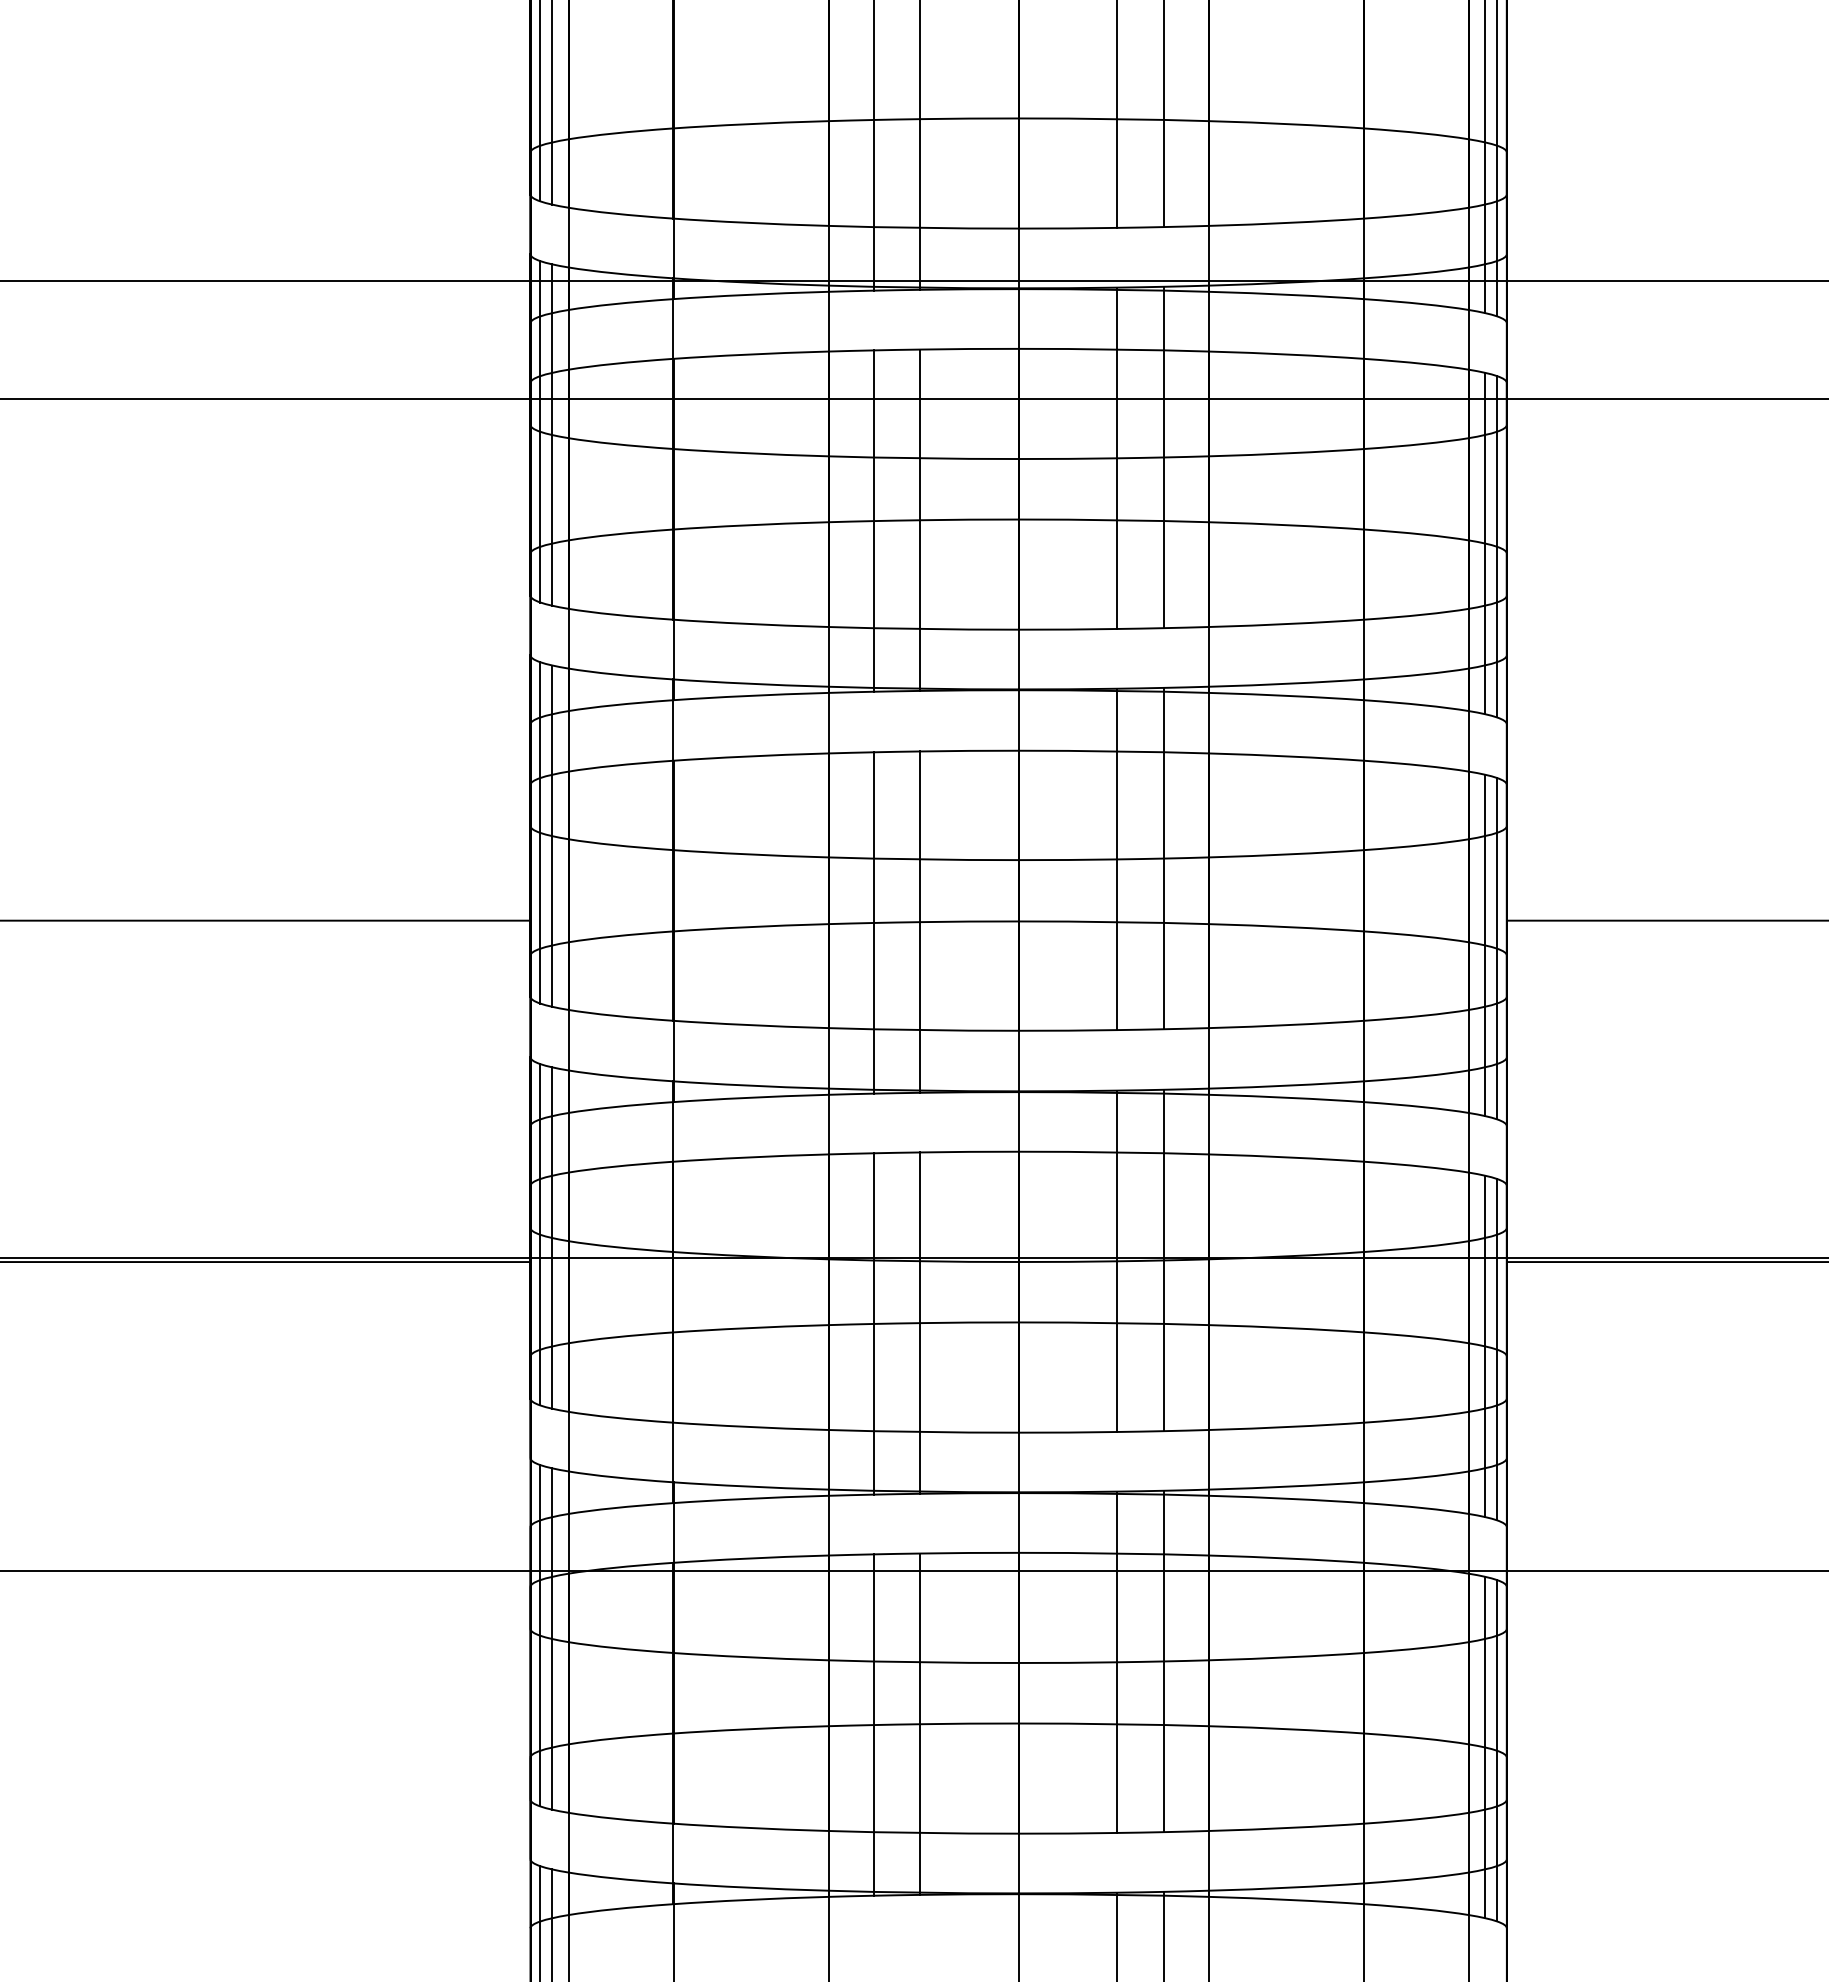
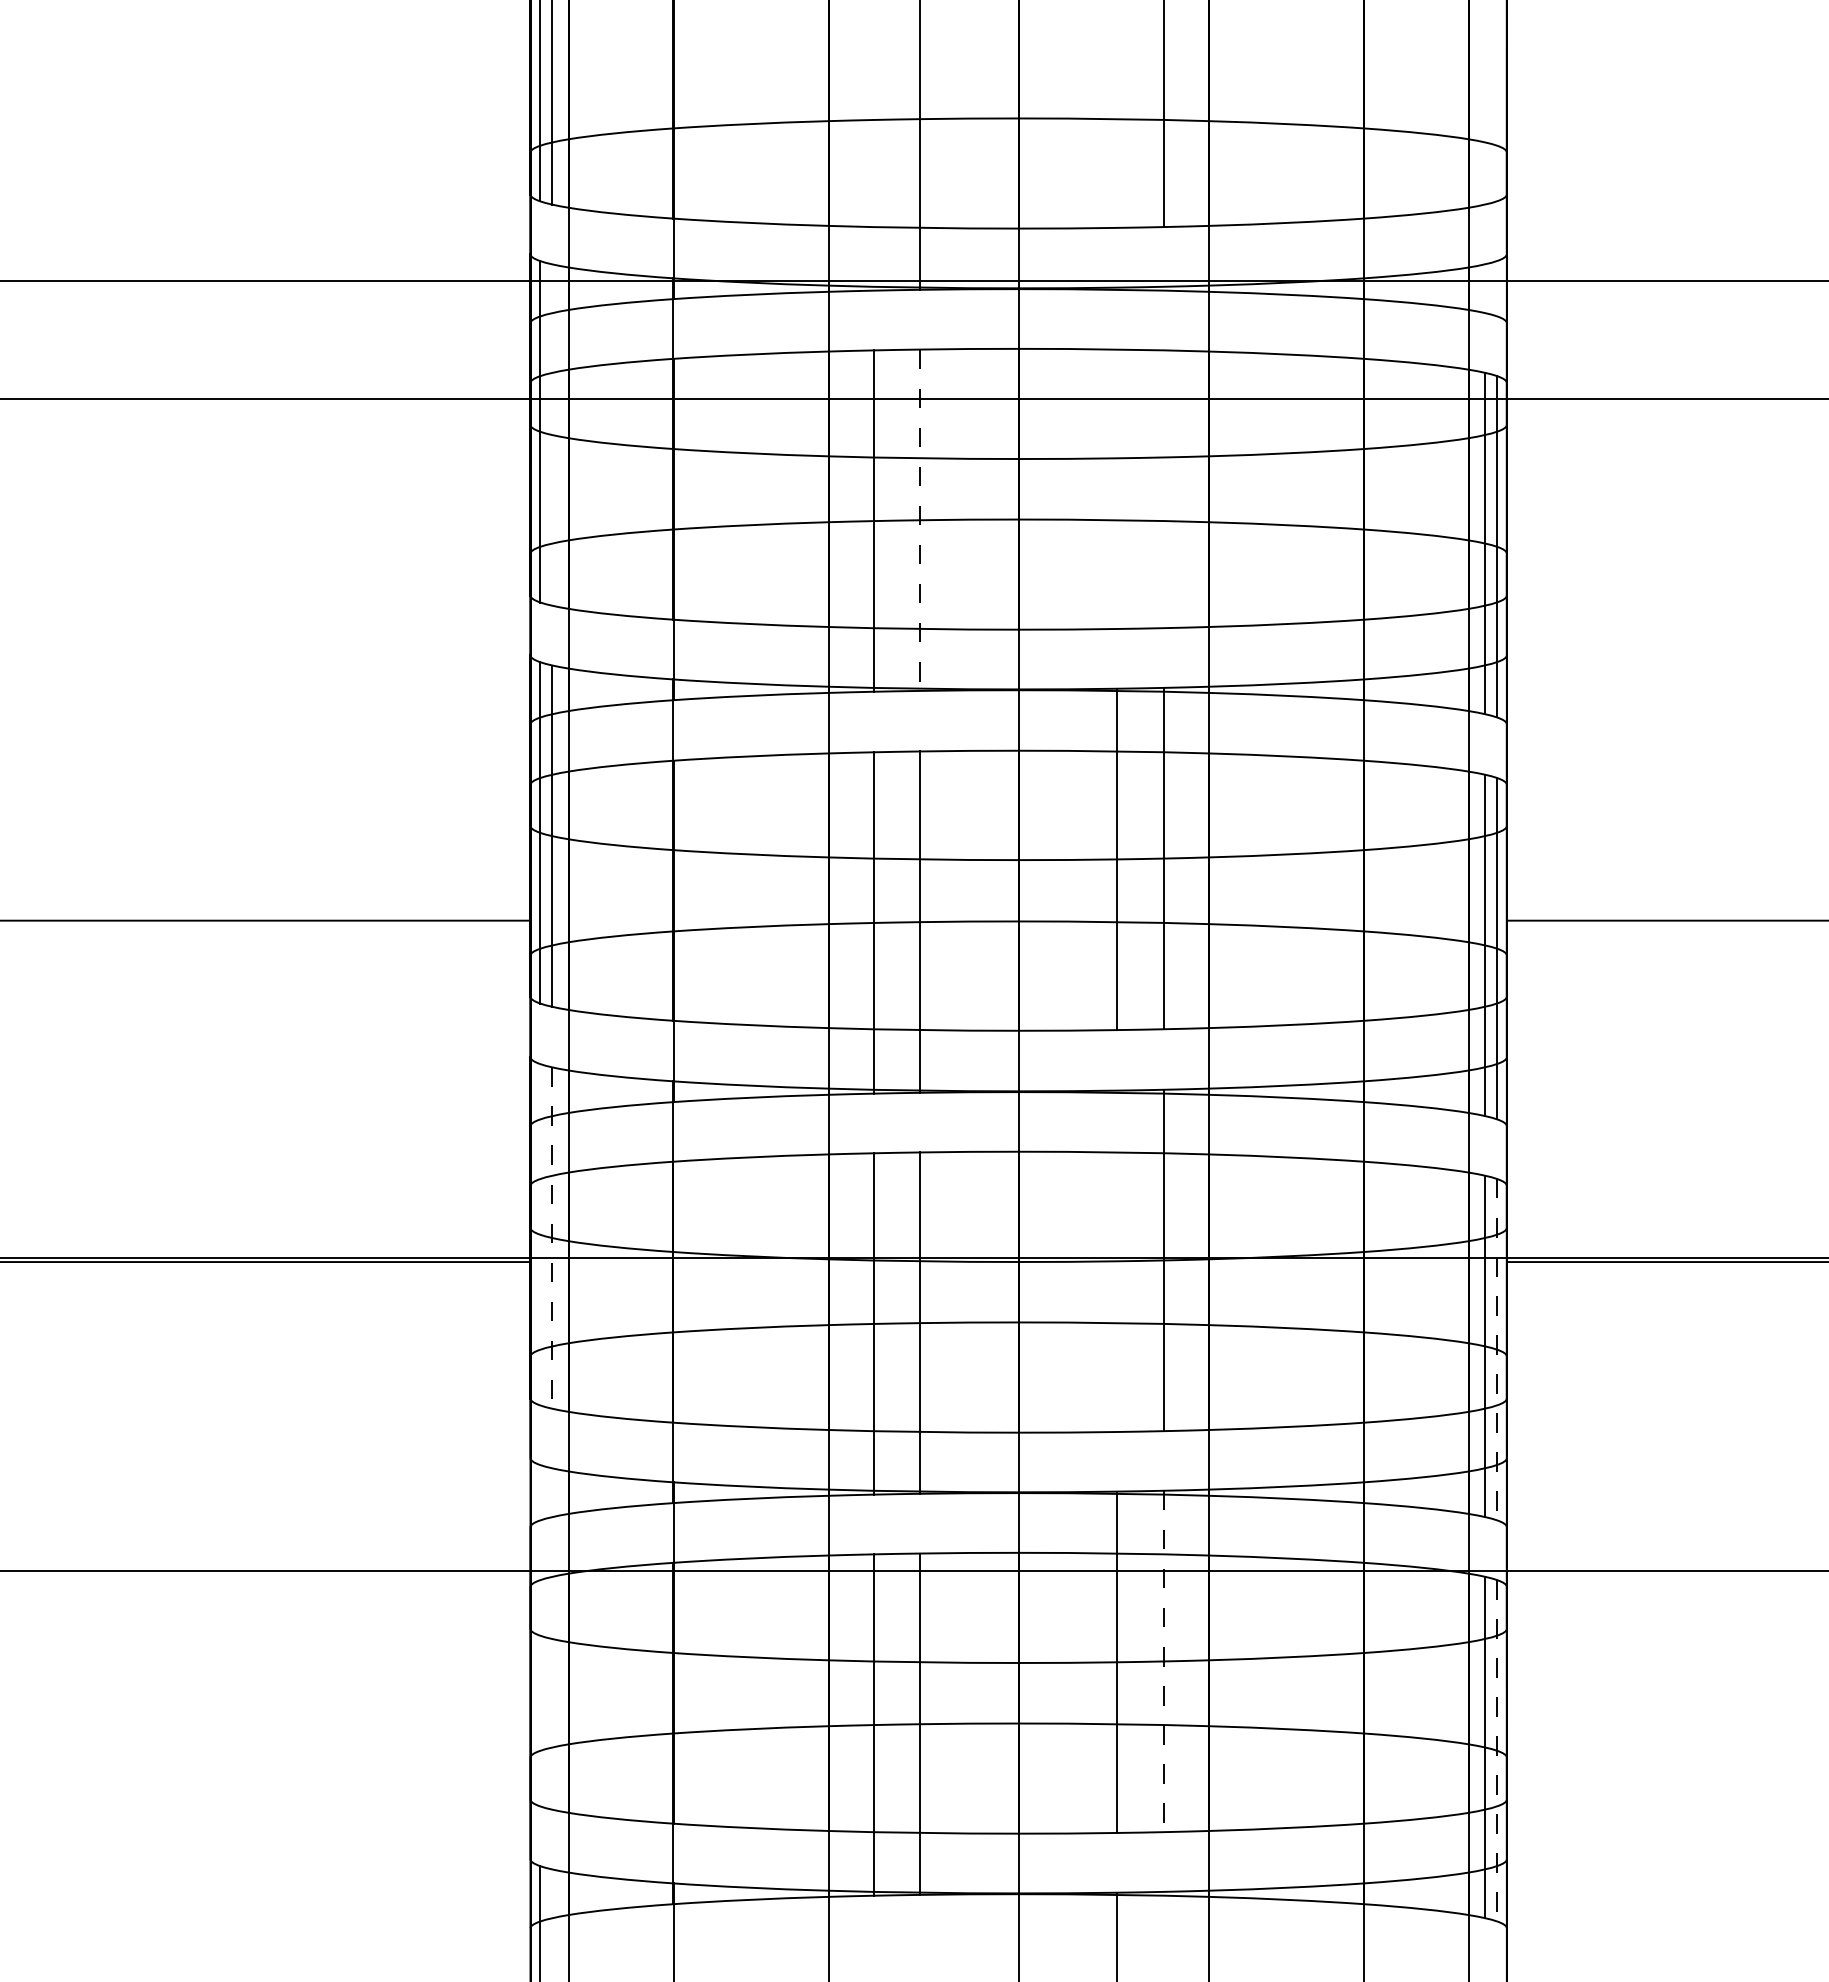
line at (1117, 114): present -> none
line at (873, 146): present -> none
line at (1484, 157): present -> none
line at (1496, 159): present -> none
line at (552, 434): present -> none
line at (1117, 457): present -> none
line at (1163, 457): present -> none
line at (920, 520): solid -> dashed
line at (540, 1234): present -> none
line at (552, 1238): solid -> dashed
line at (1117, 1260): present -> none
line at (1496, 1349): solid -> dashed
line at (540, 1635): present -> none
line at (552, 1638): present -> none
line at (1163, 1661): solid -> dashed
line at (1496, 1750): solid -> dashed
line at (552, 1923): present -> none
line at (1163, 1934): present -> none
